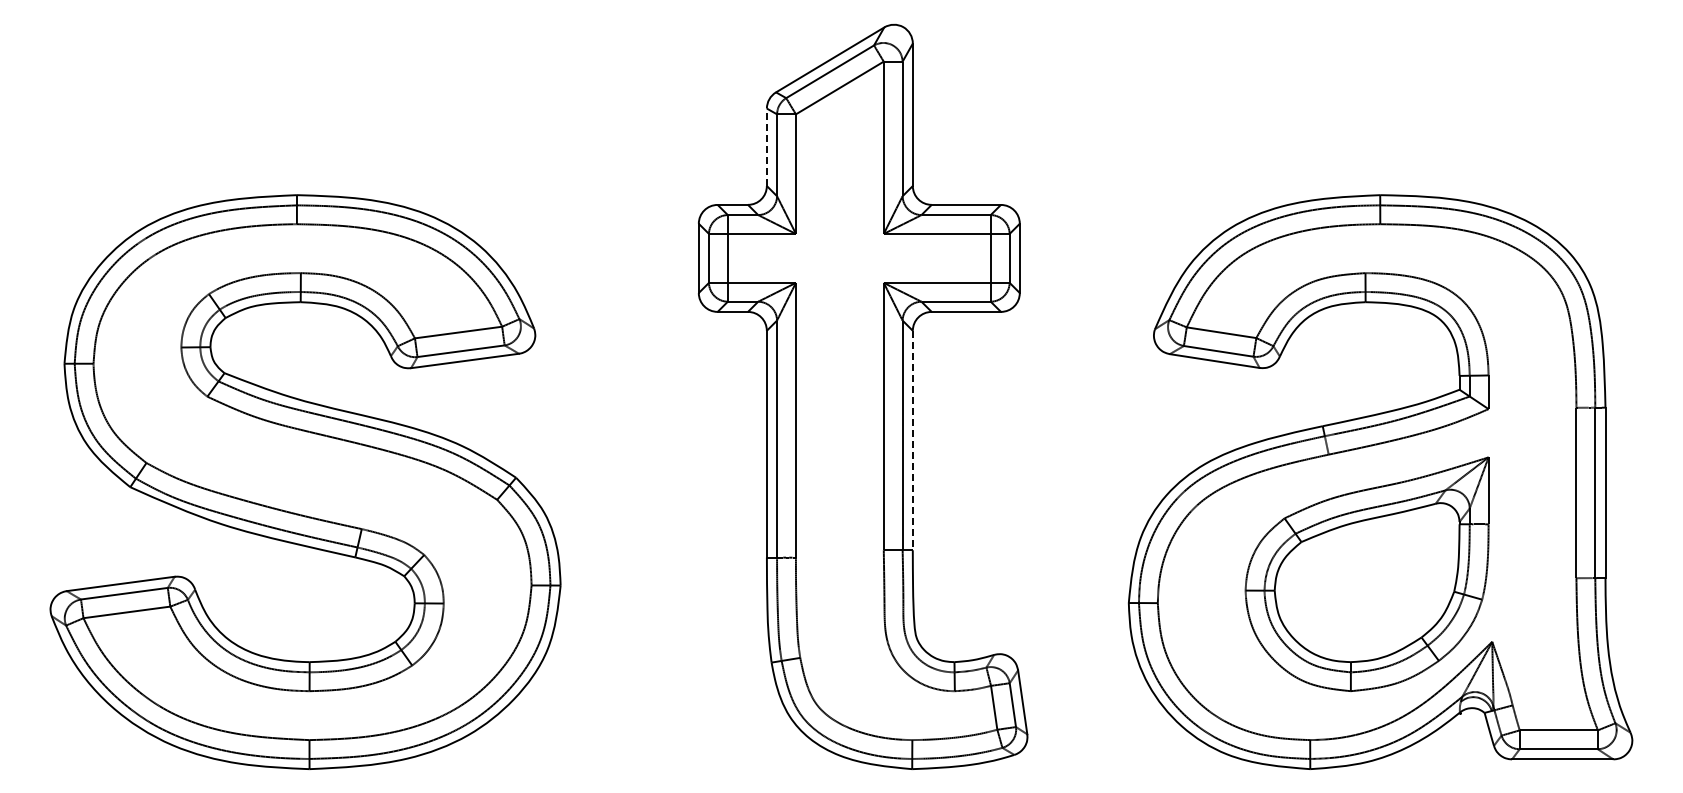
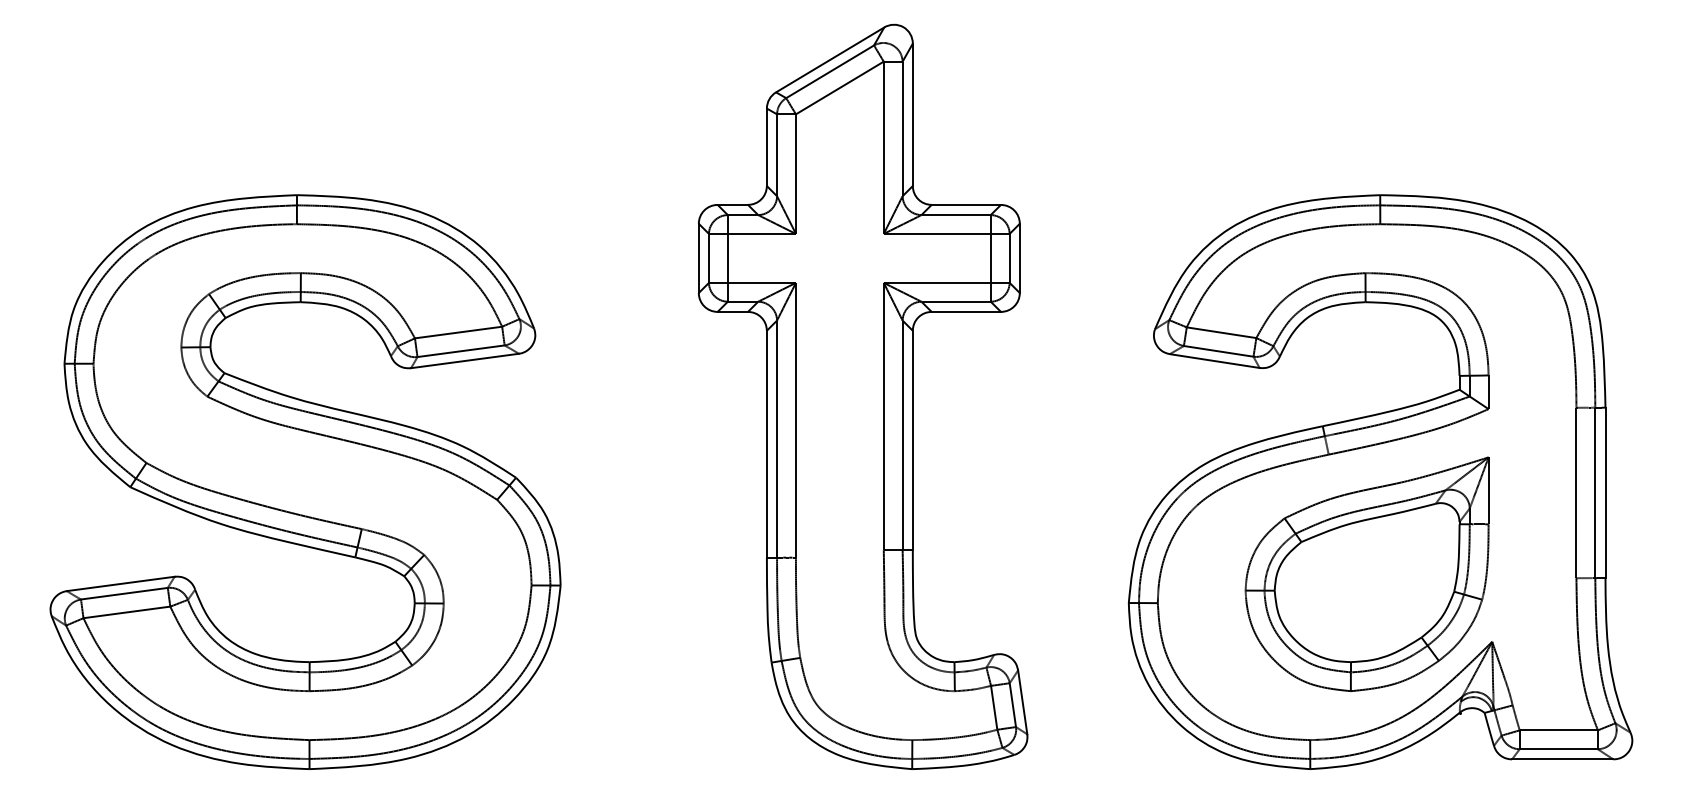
line at (766, 147): dashed -> solid
line at (912, 440): dashed -> solid
